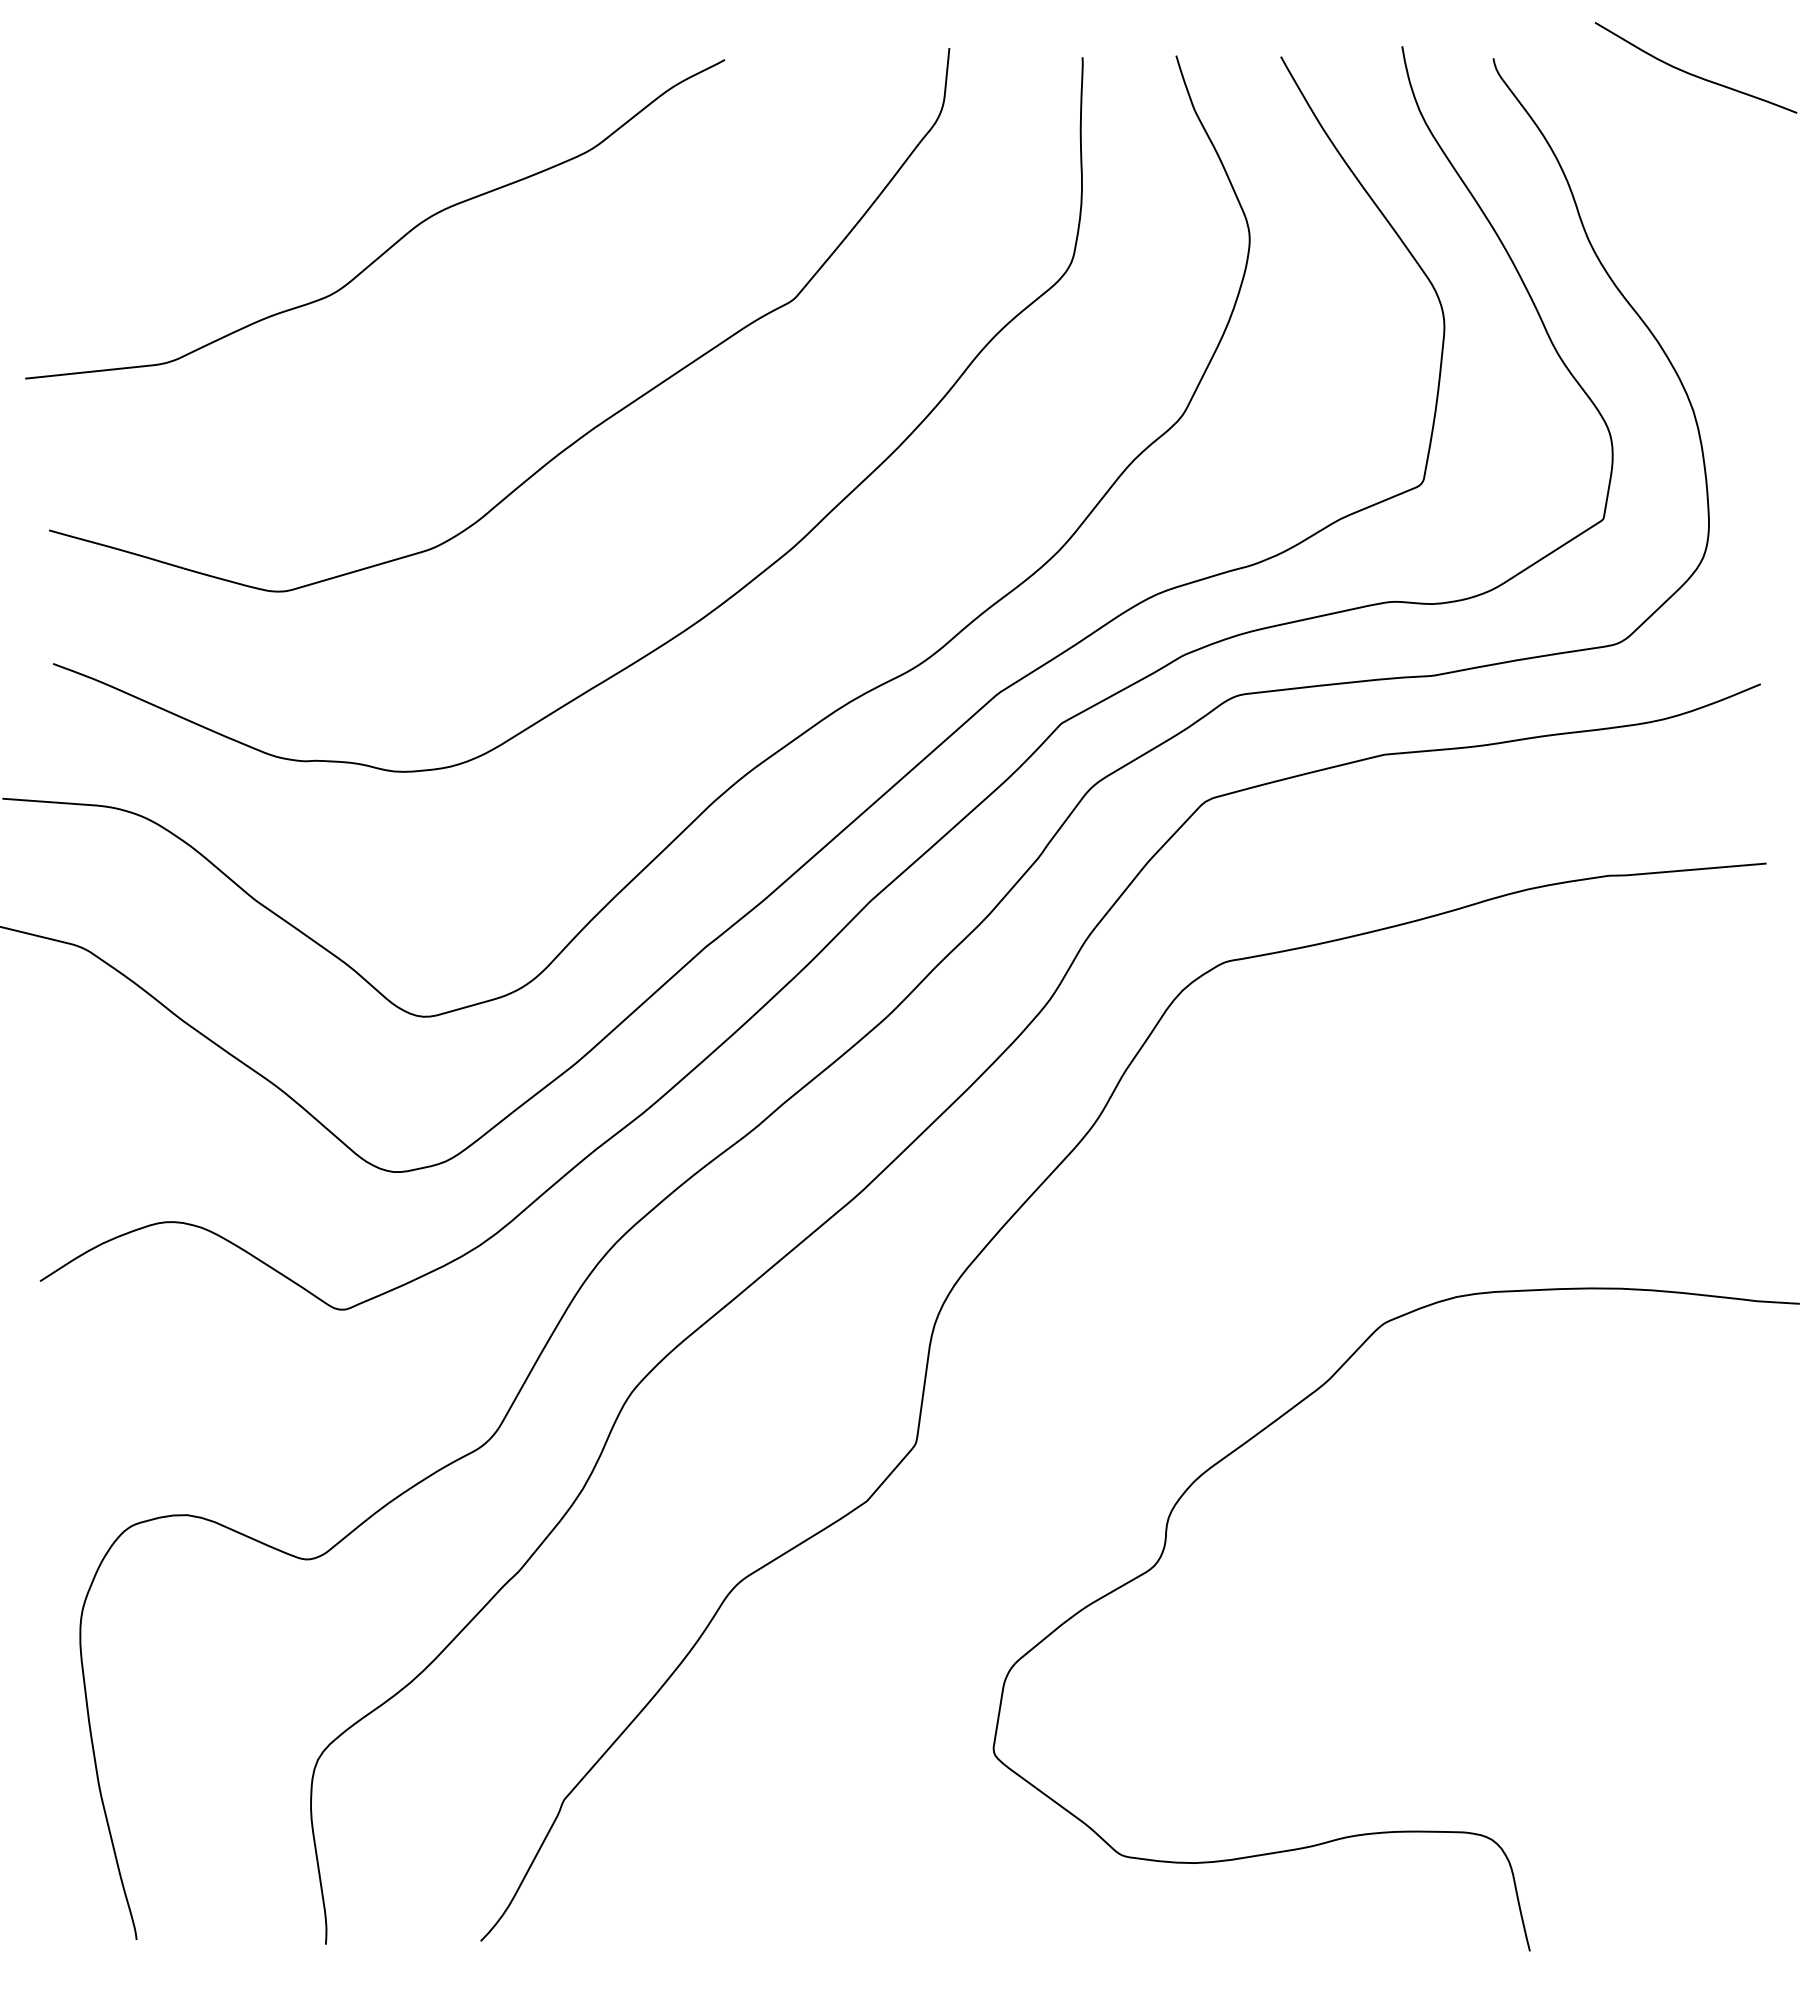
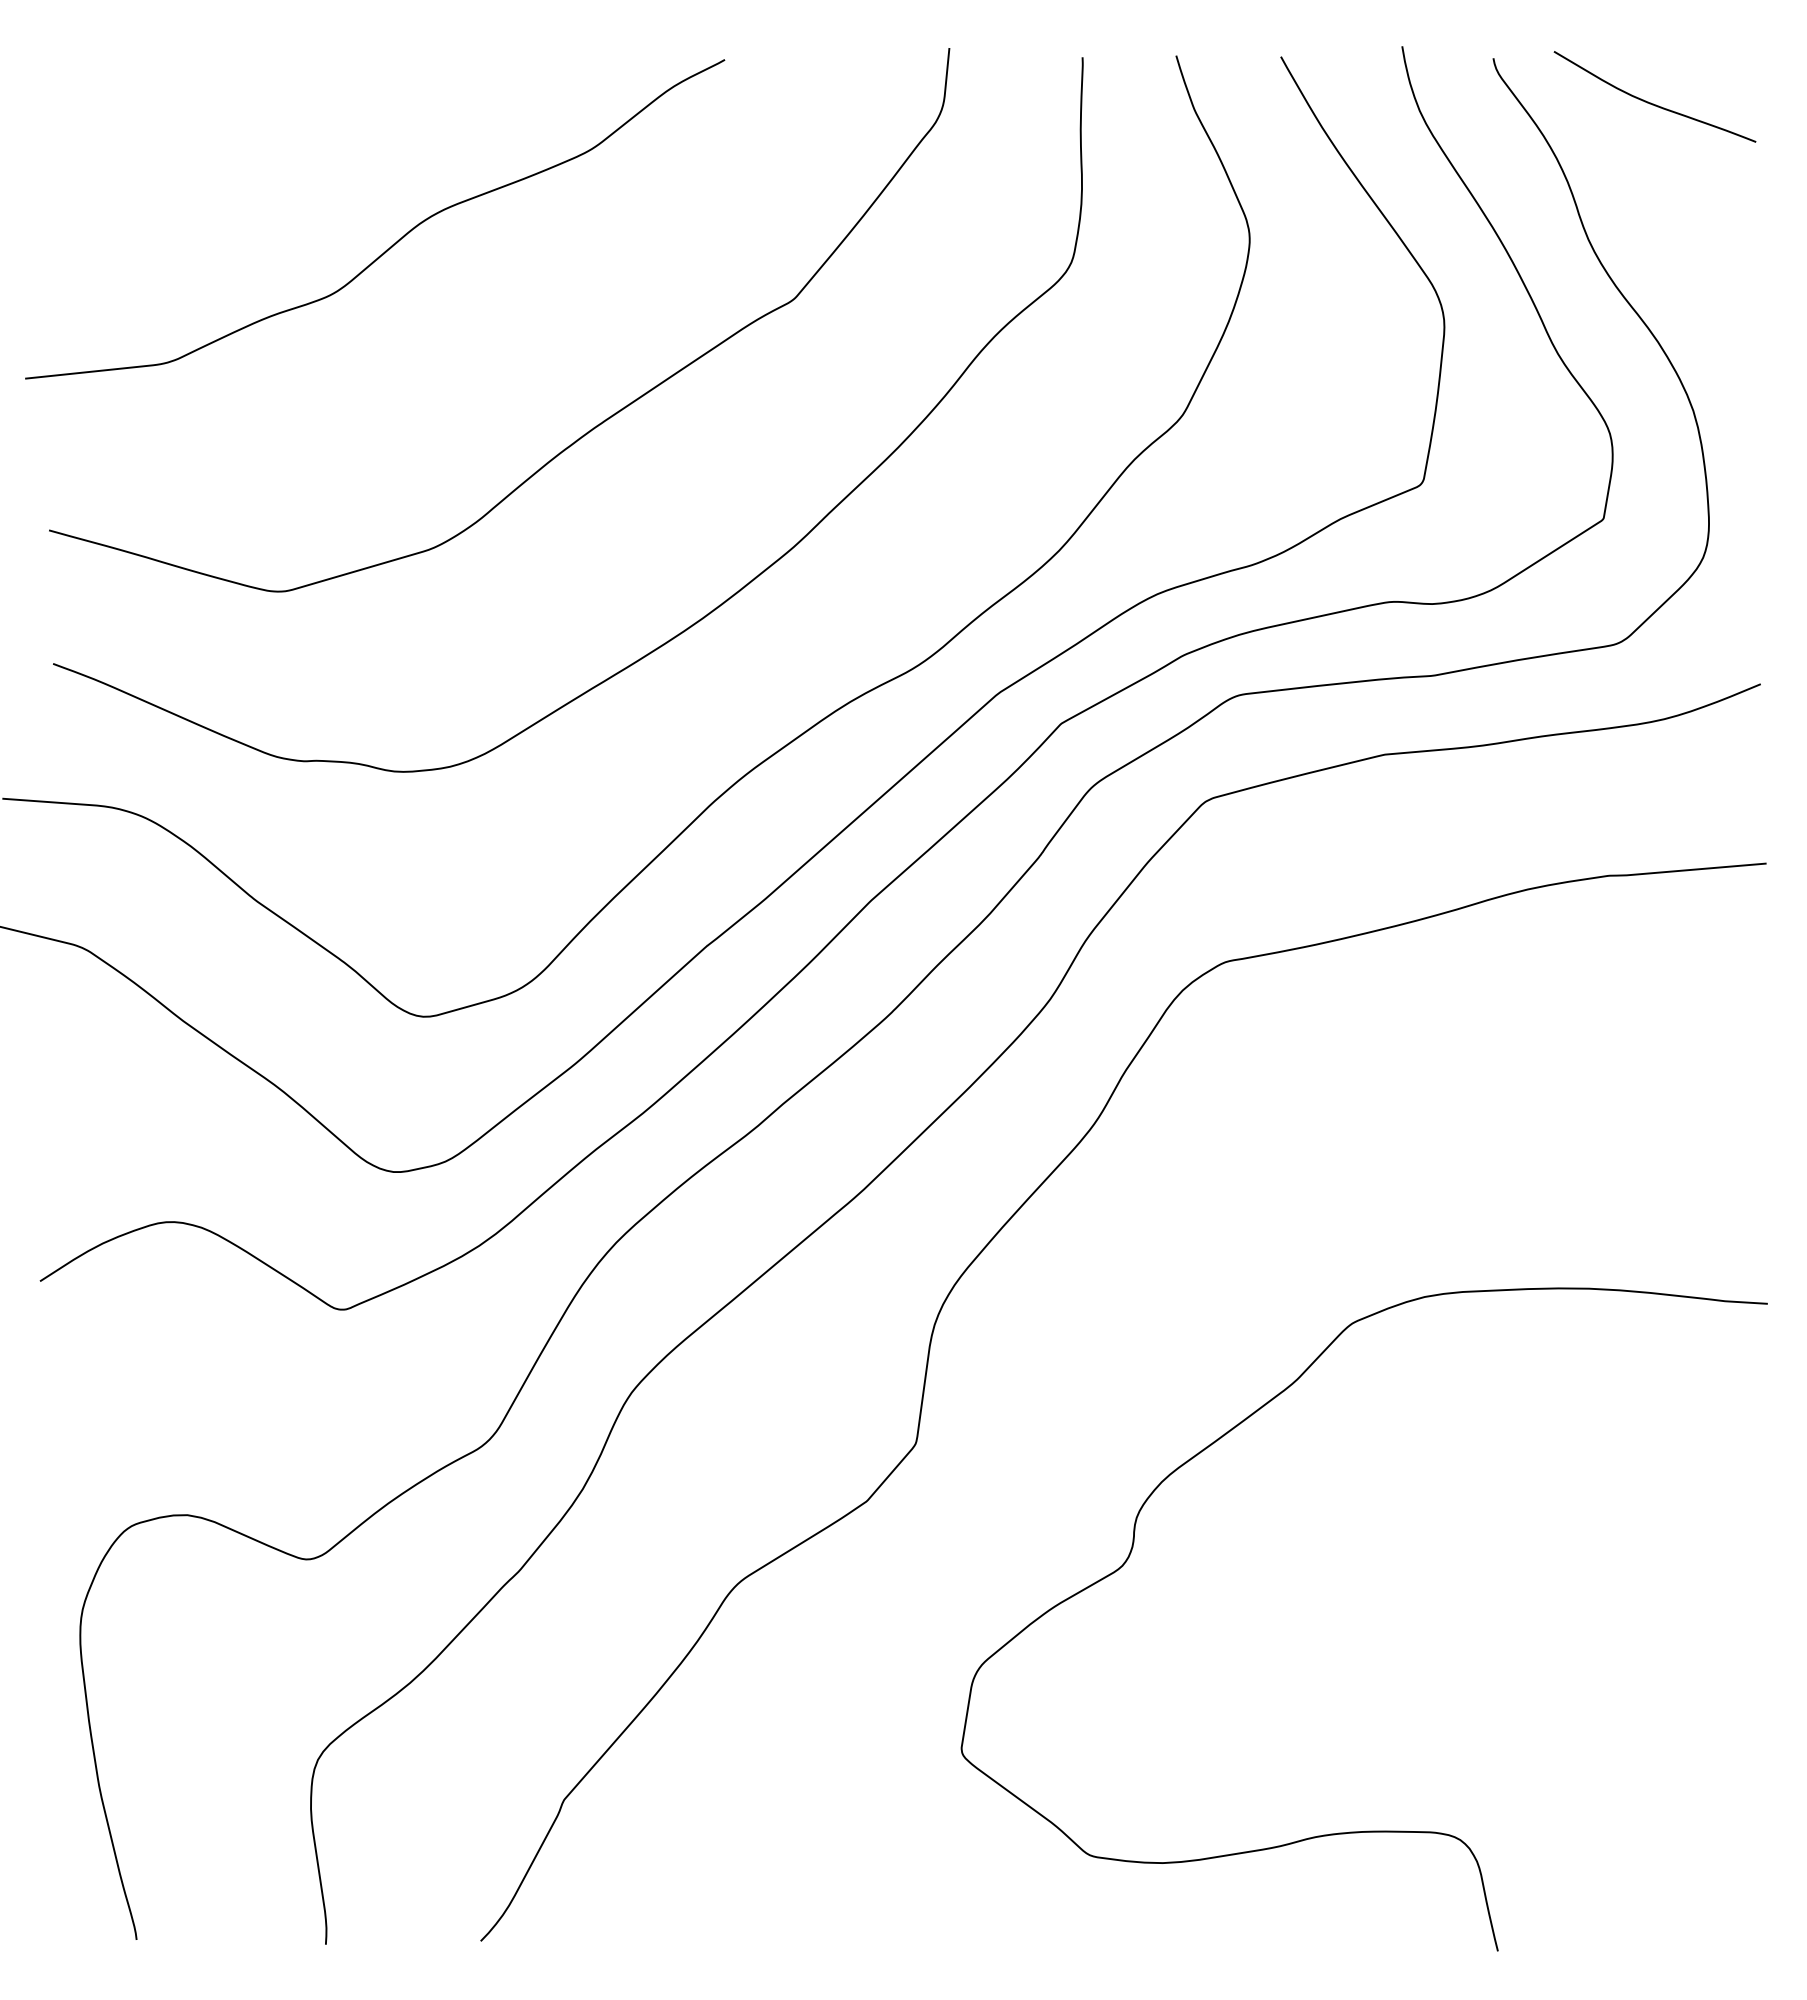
curve at (1692, 73) position: (1692, 73) -> (1651, 102)
curve at (1399, 1830) position: (1399, 1830) -> (1367, 1830)
